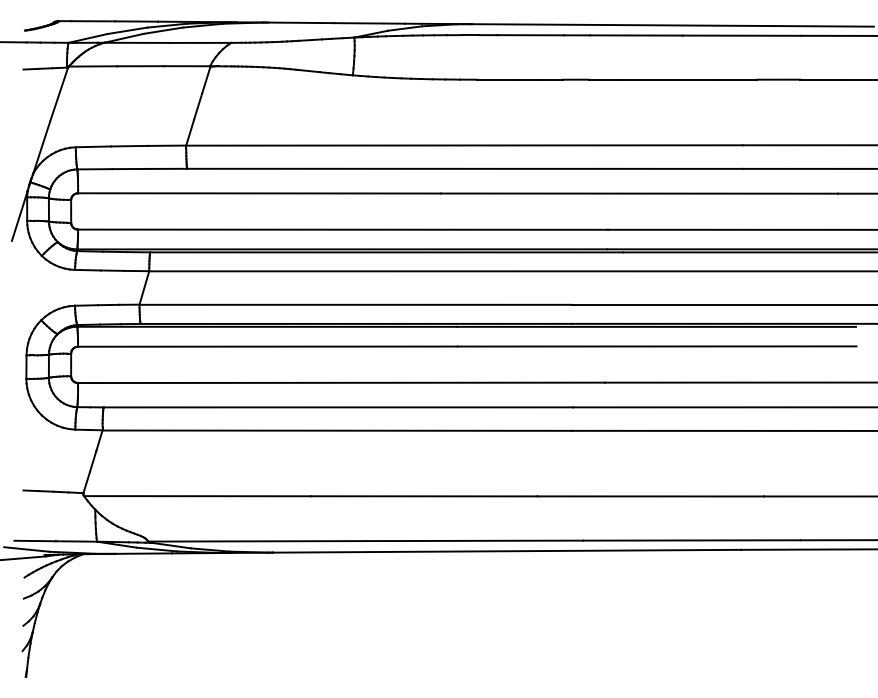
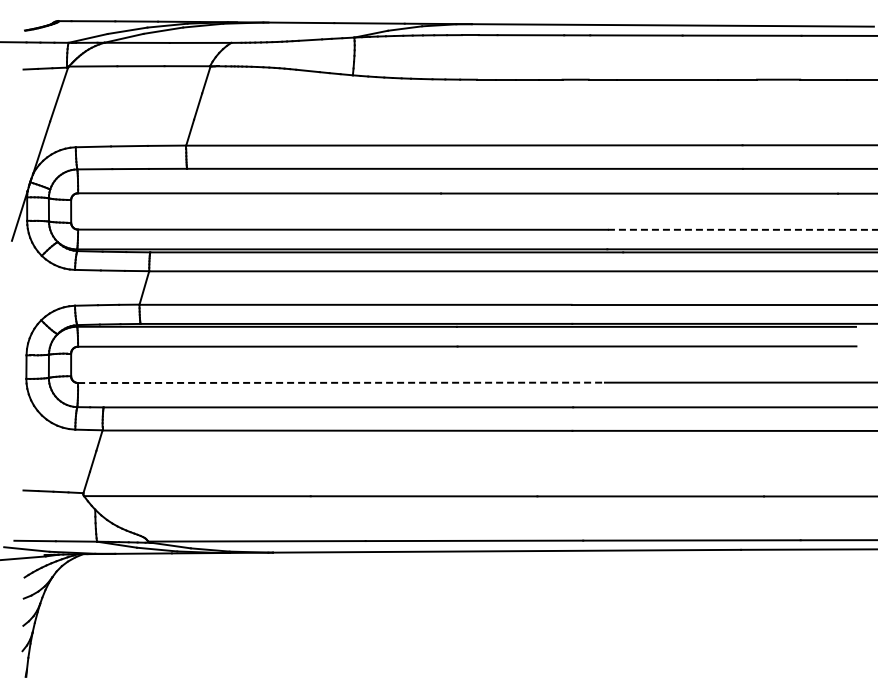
line at (742, 229): solid -> dashed
line at (342, 382): solid -> dashed
